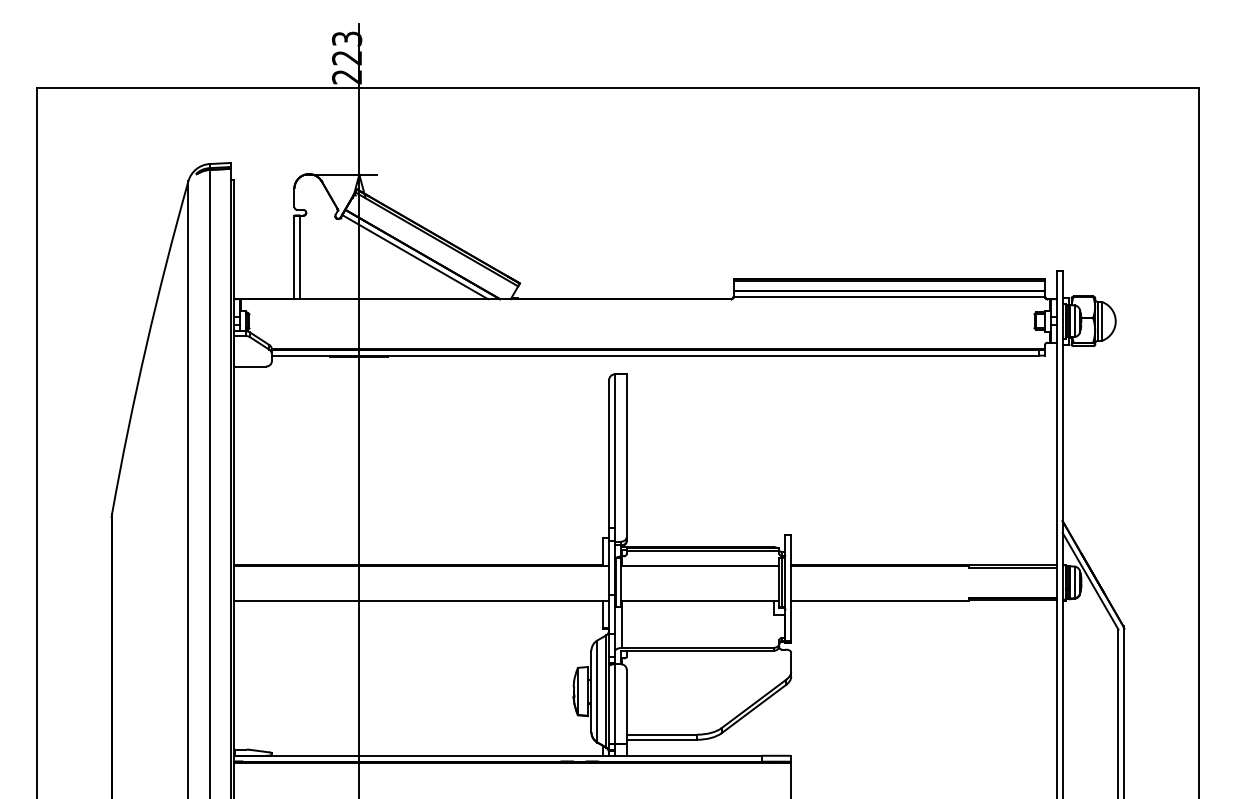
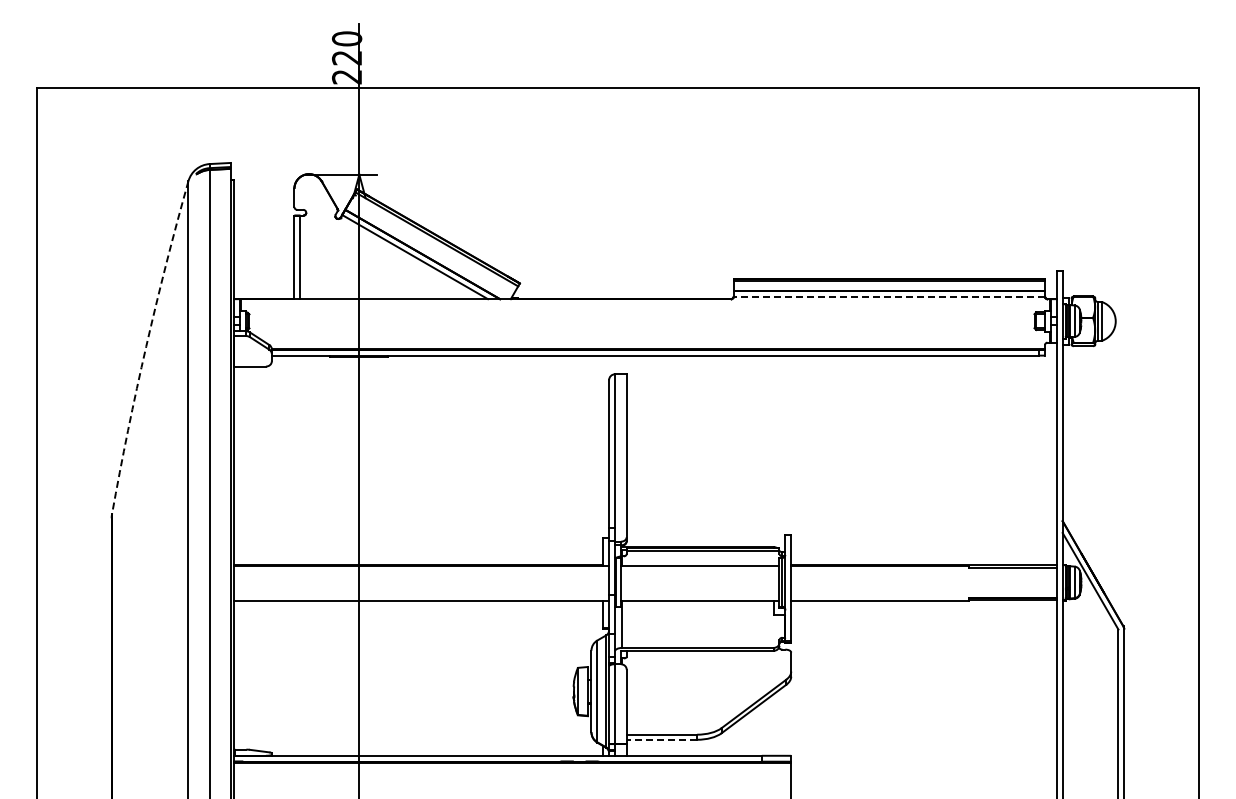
text at (347, 38): 223 -> 220
line at (889, 296): solid -> dashed
arc at (146, 346): solid -> dashed
line at (661, 739): solid -> dashed
